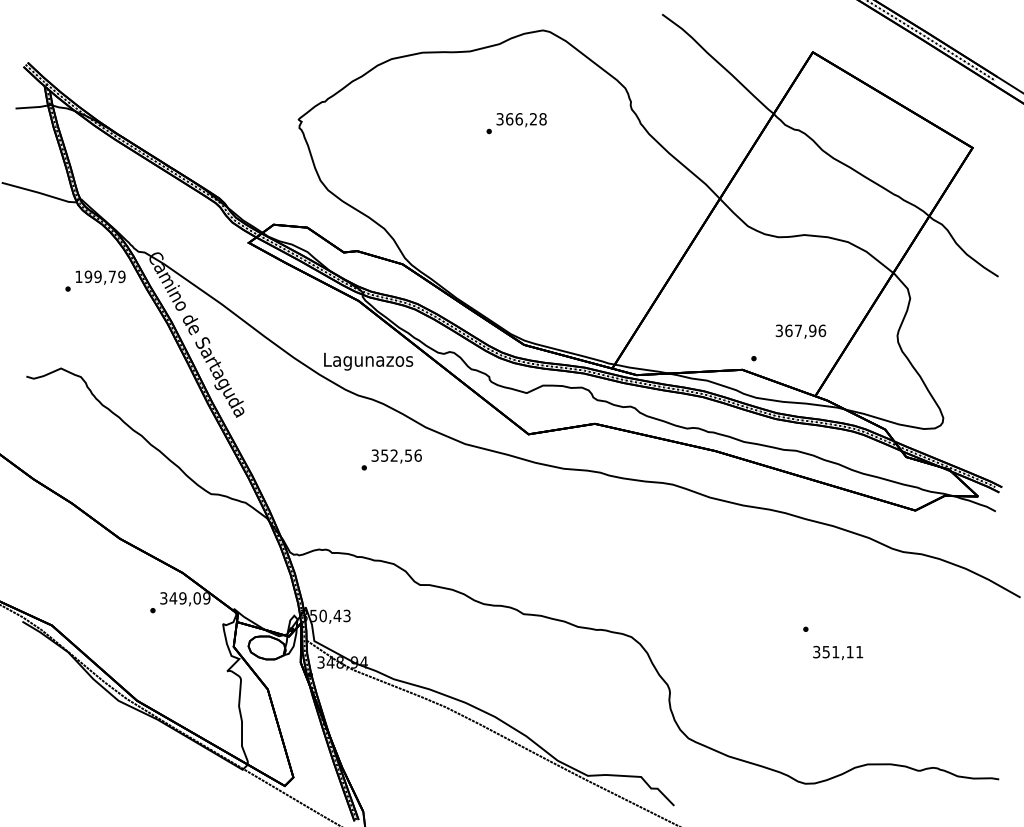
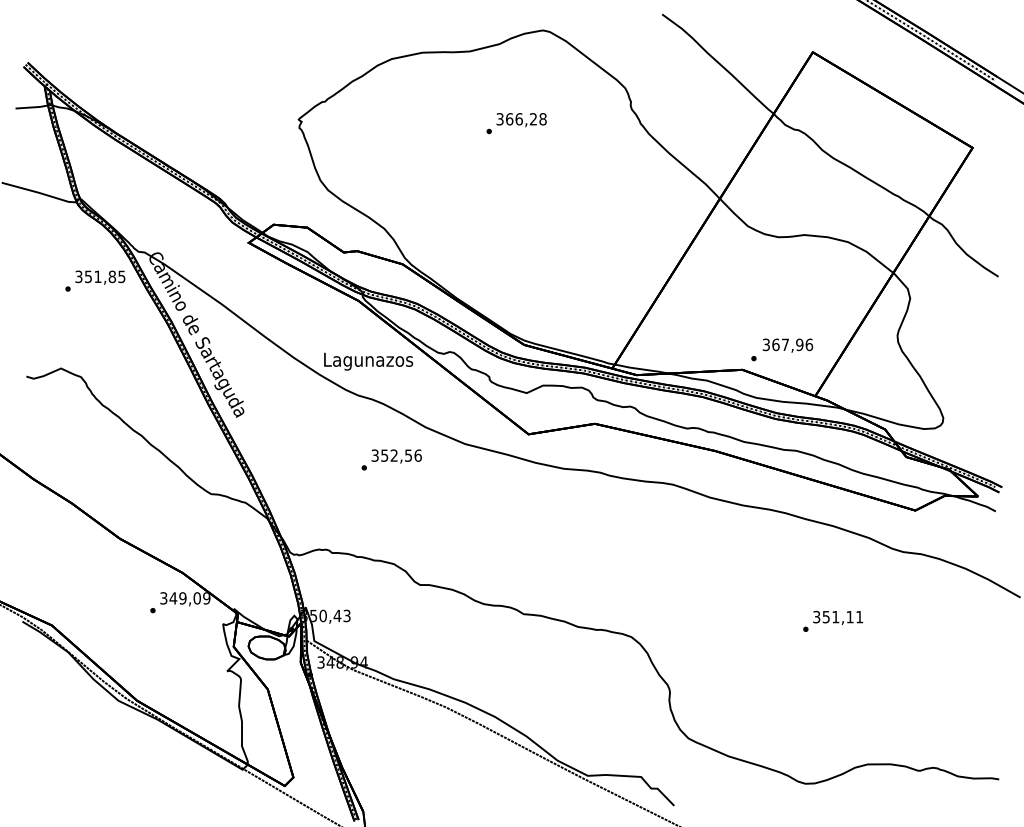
text at (100, 276): 199,79 -> 351,85
text at (800, 331) position: (800, 331) -> (787, 345)
text at (838, 652) position: (838, 652) -> (838, 617)
